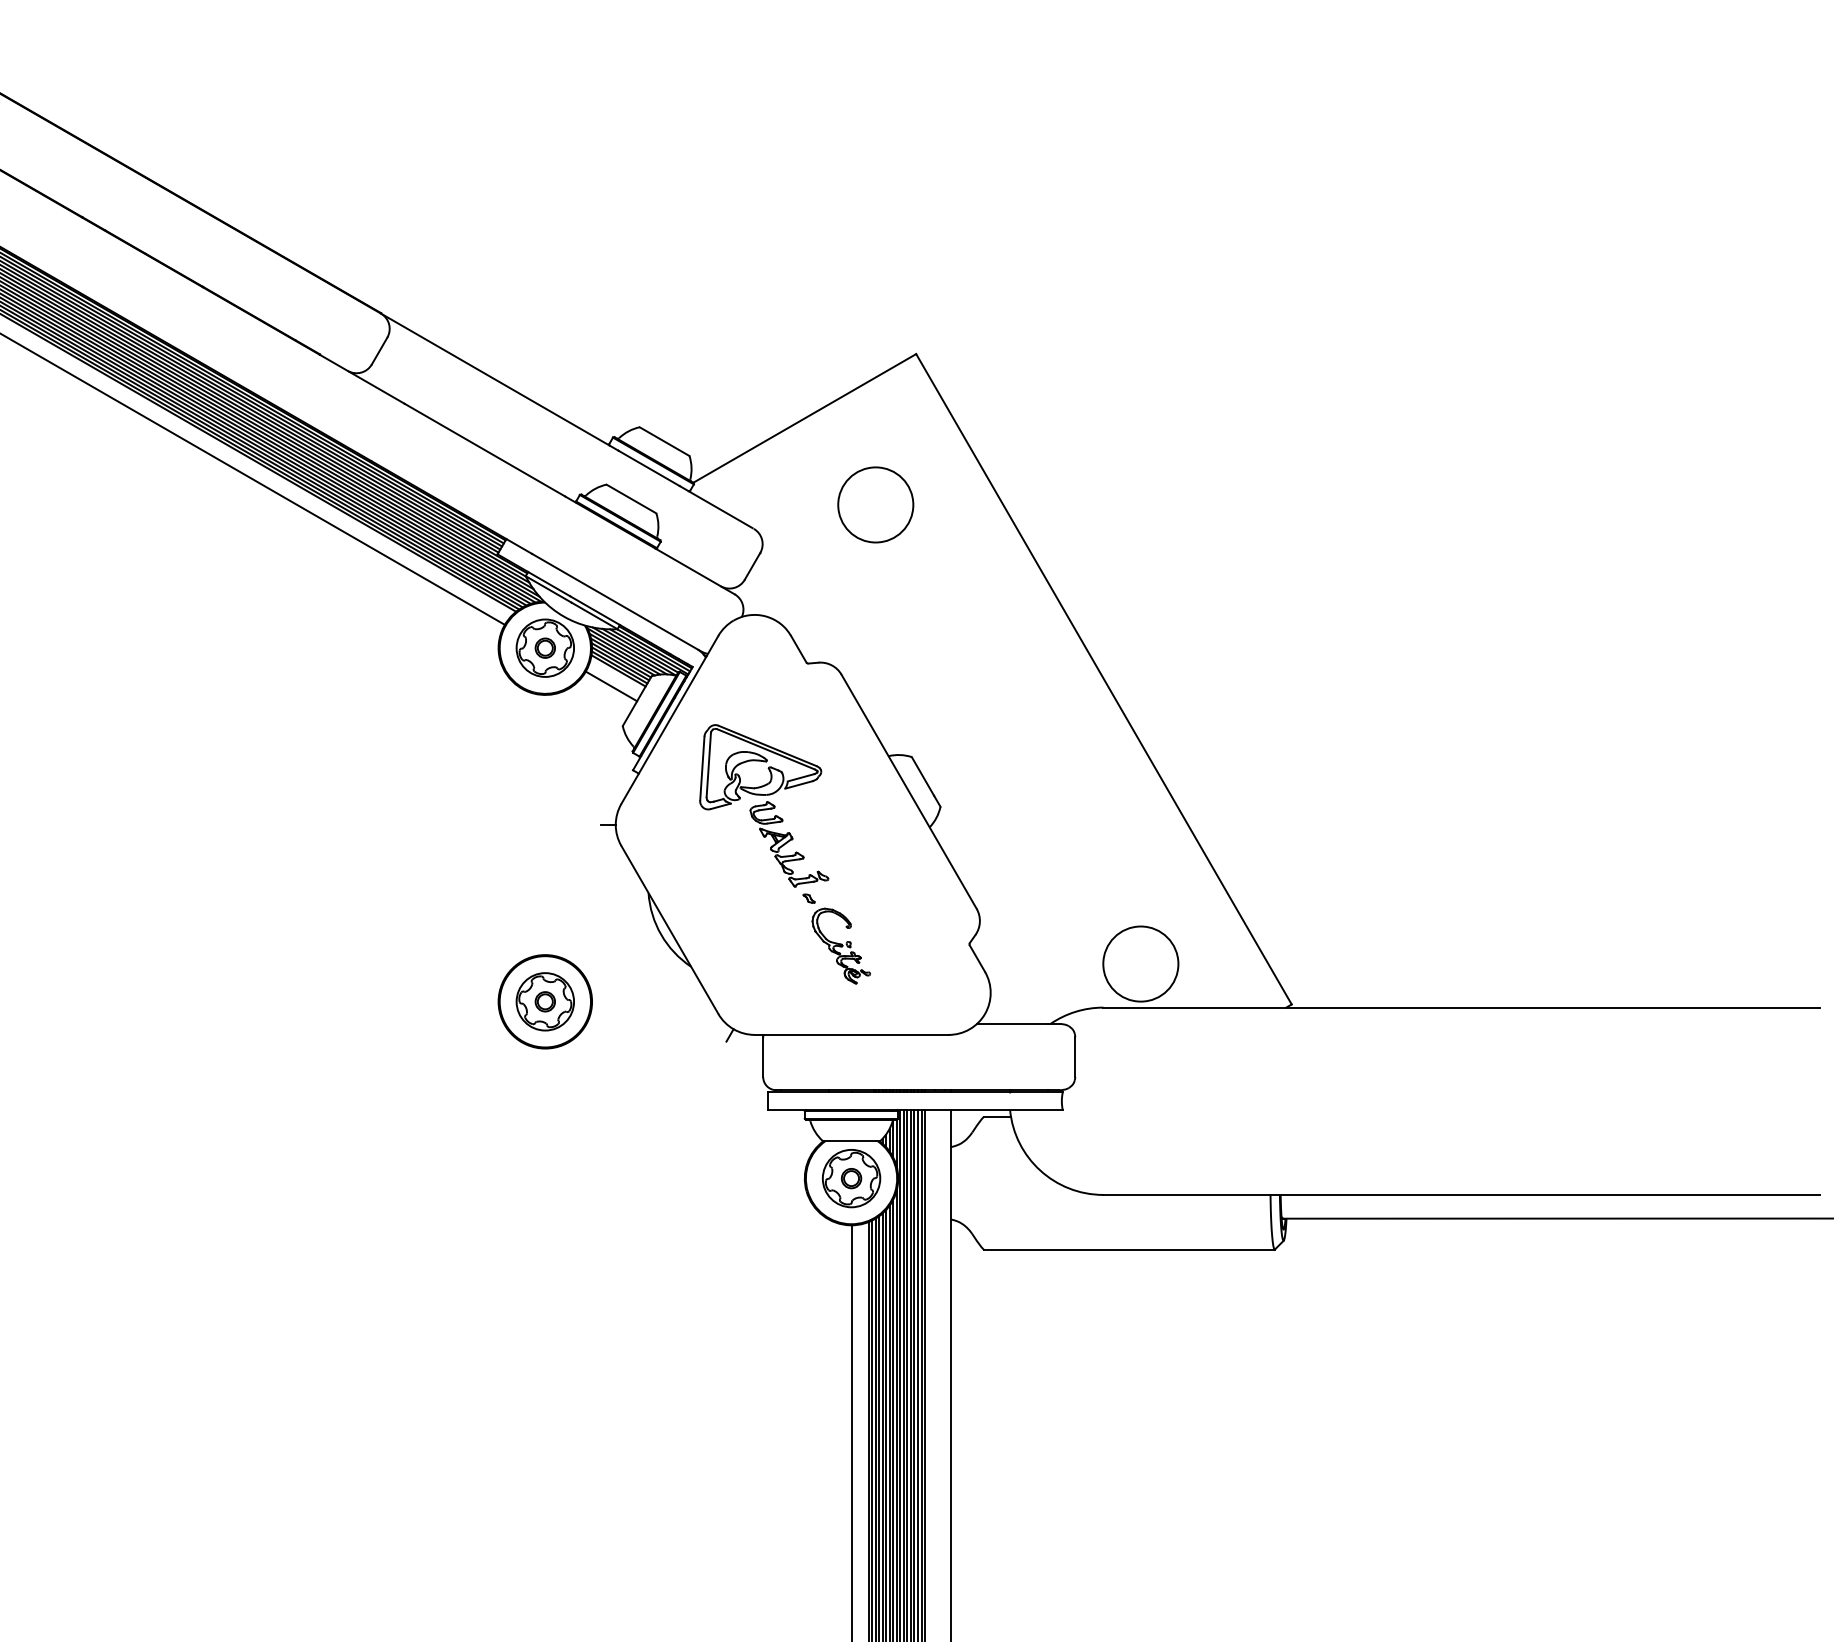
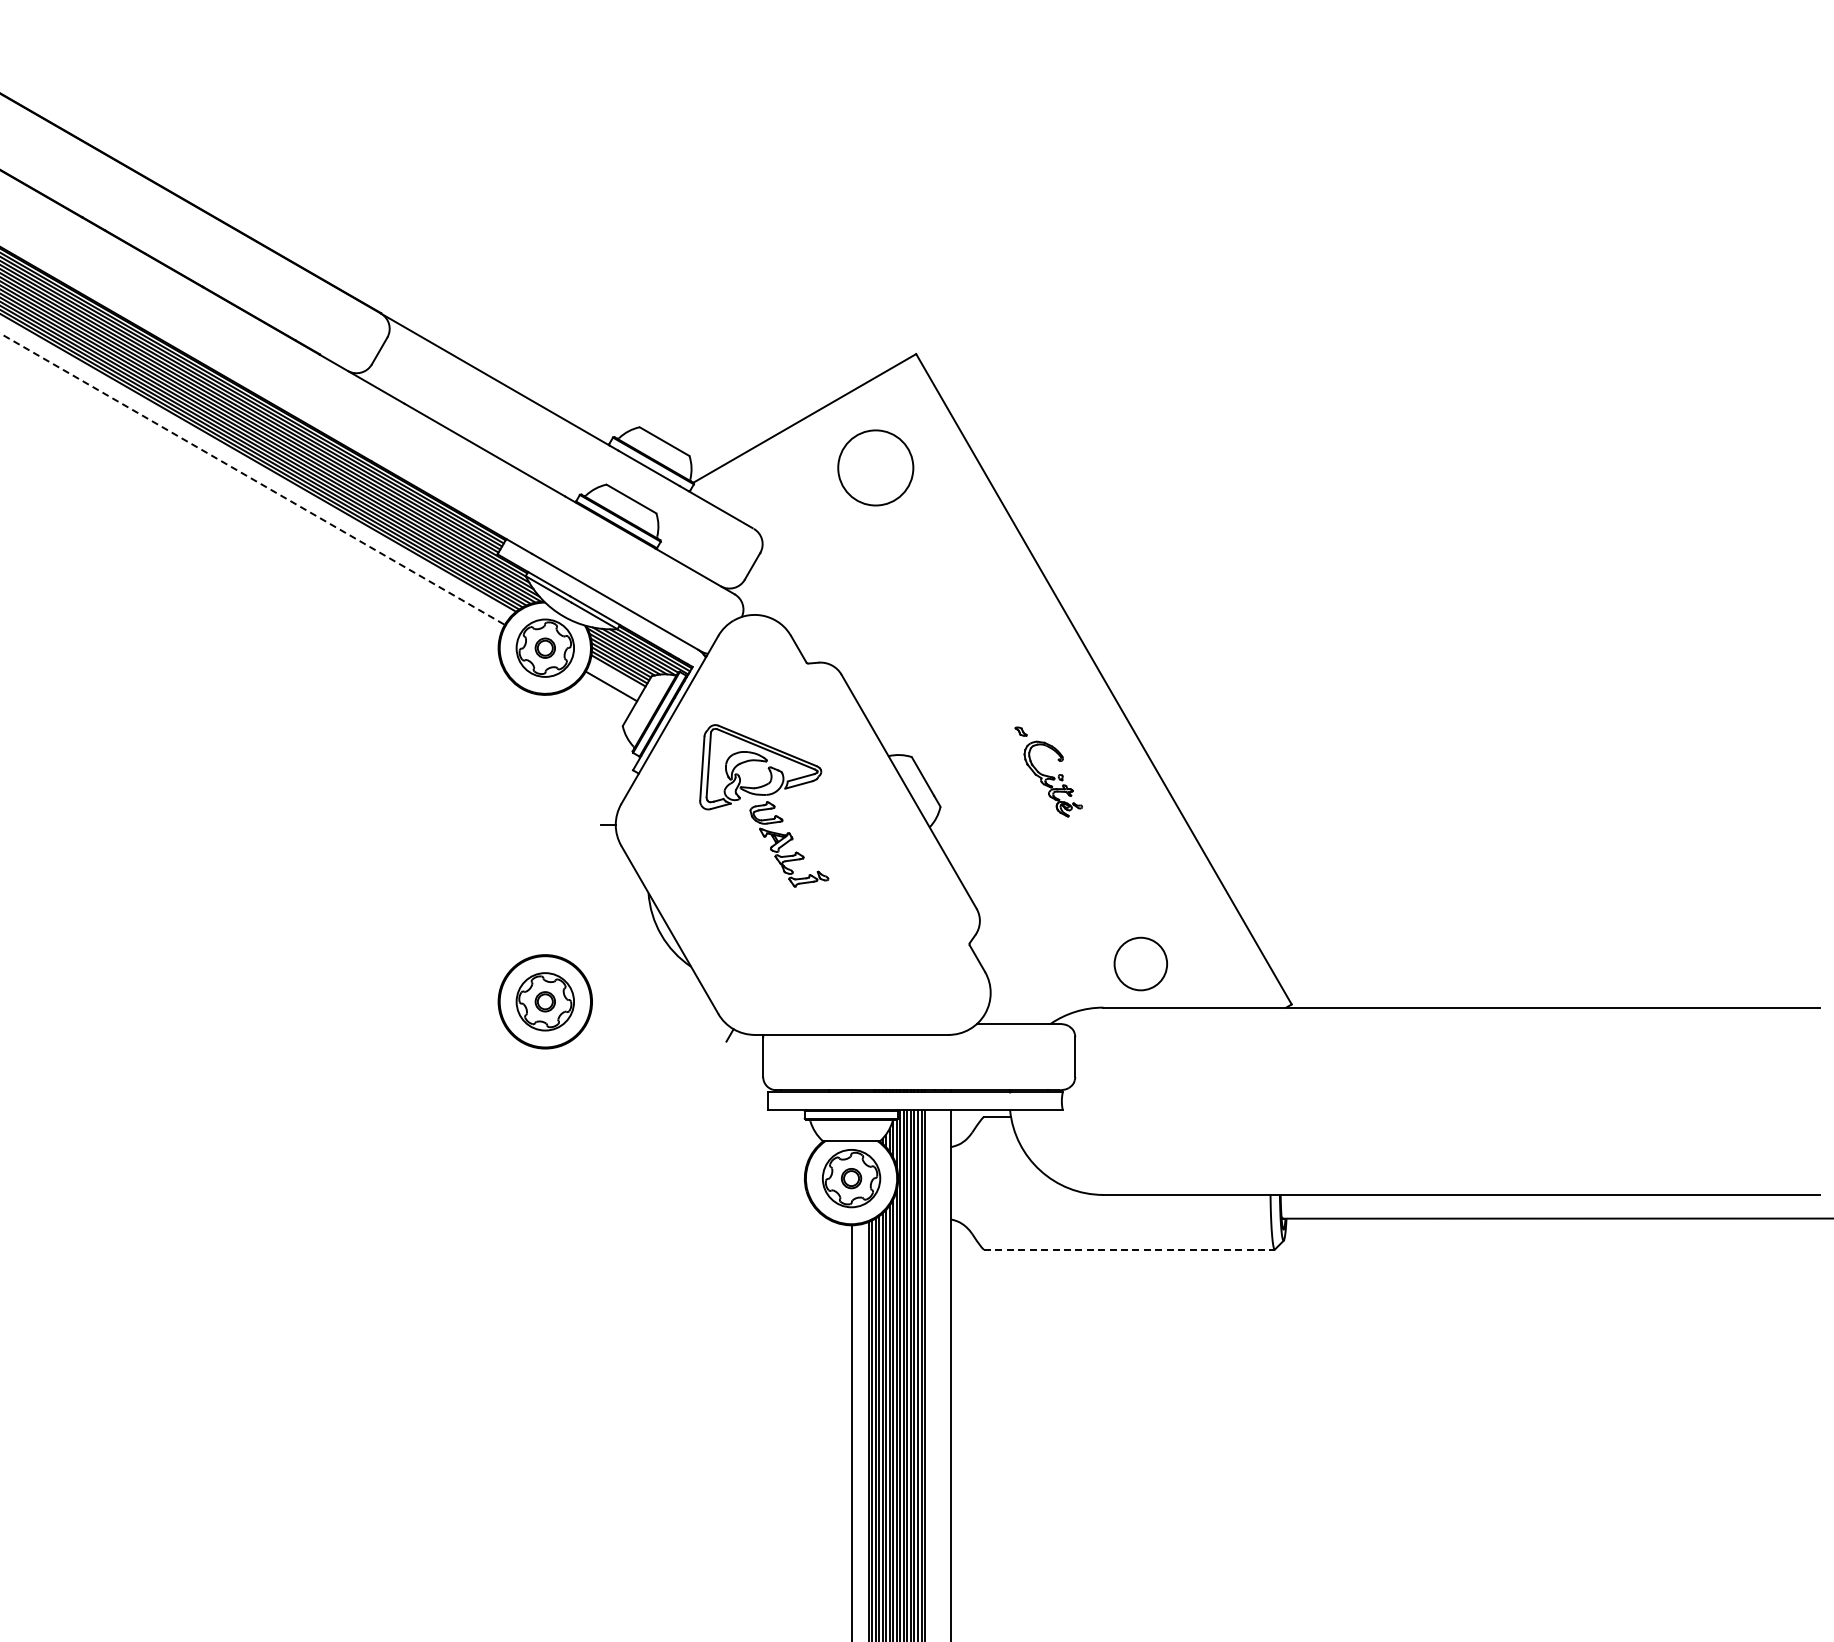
line at (252, 479): solid -> dashed
circle at (875, 504) position: (875, 504) -> (875, 467)
part at (836, 938) position: (836, 938) -> (1048, 771)
circle at (1140, 963) diameter: 75 px -> 53 px
line at (1129, 1249): solid -> dashed
